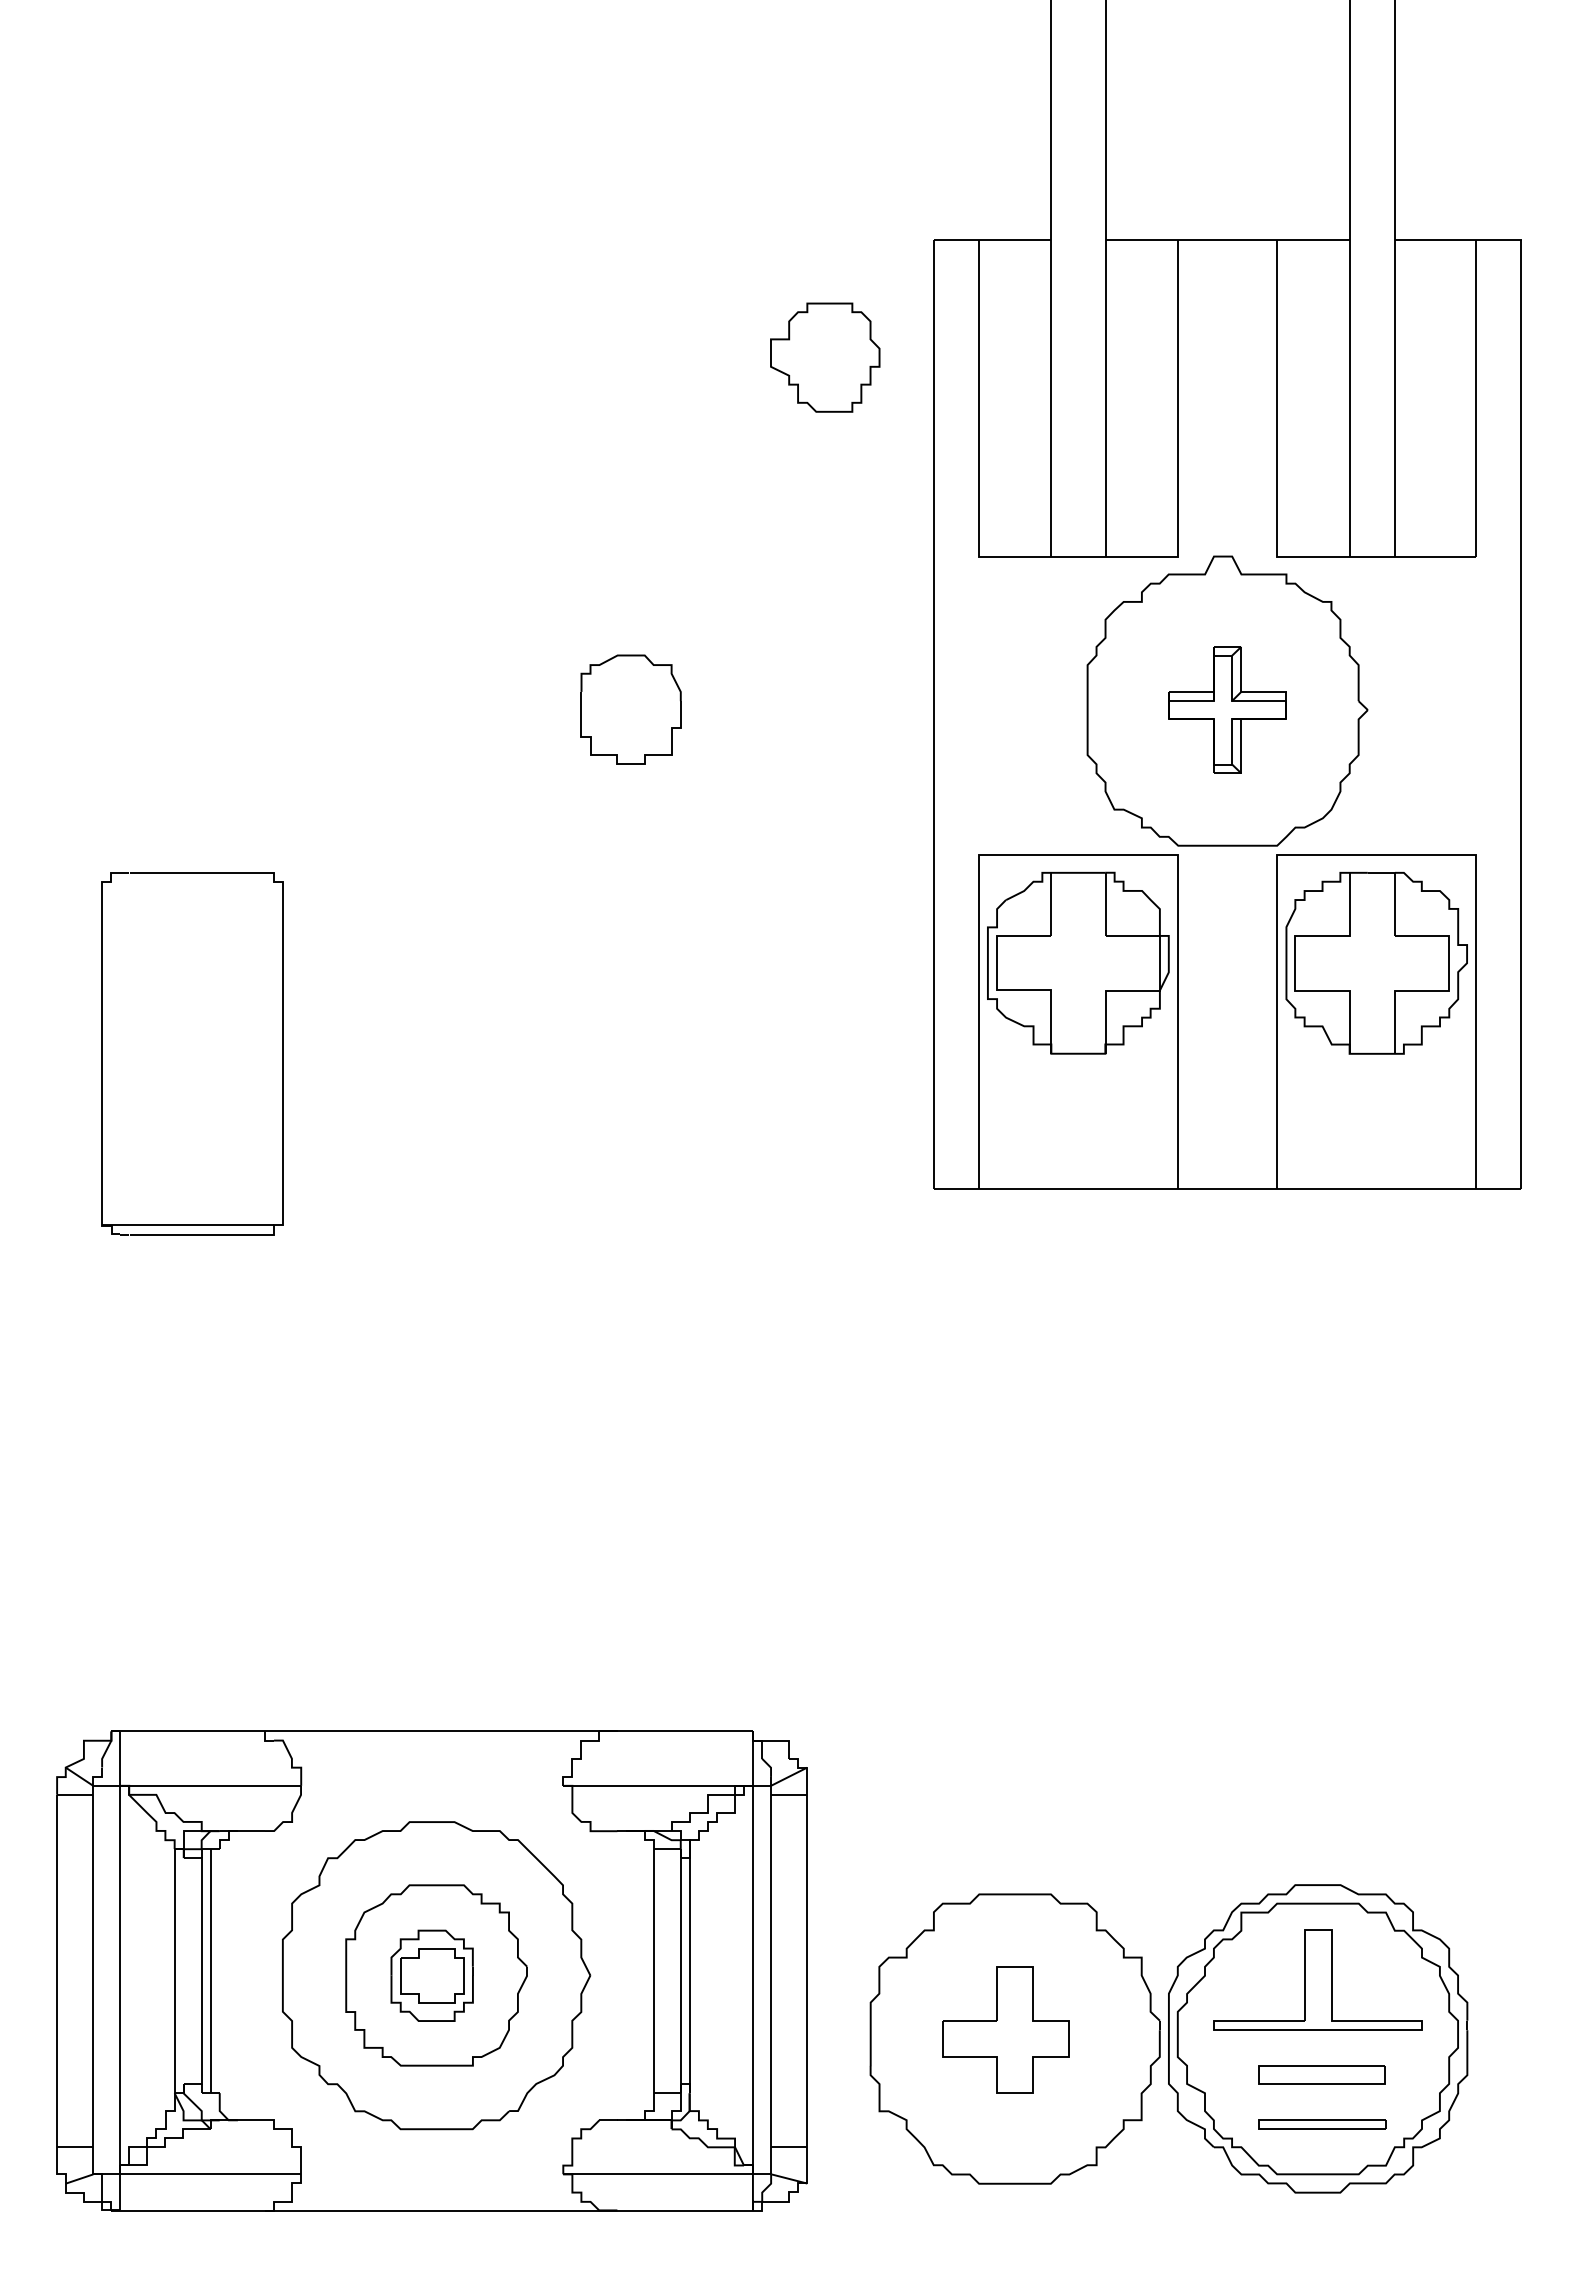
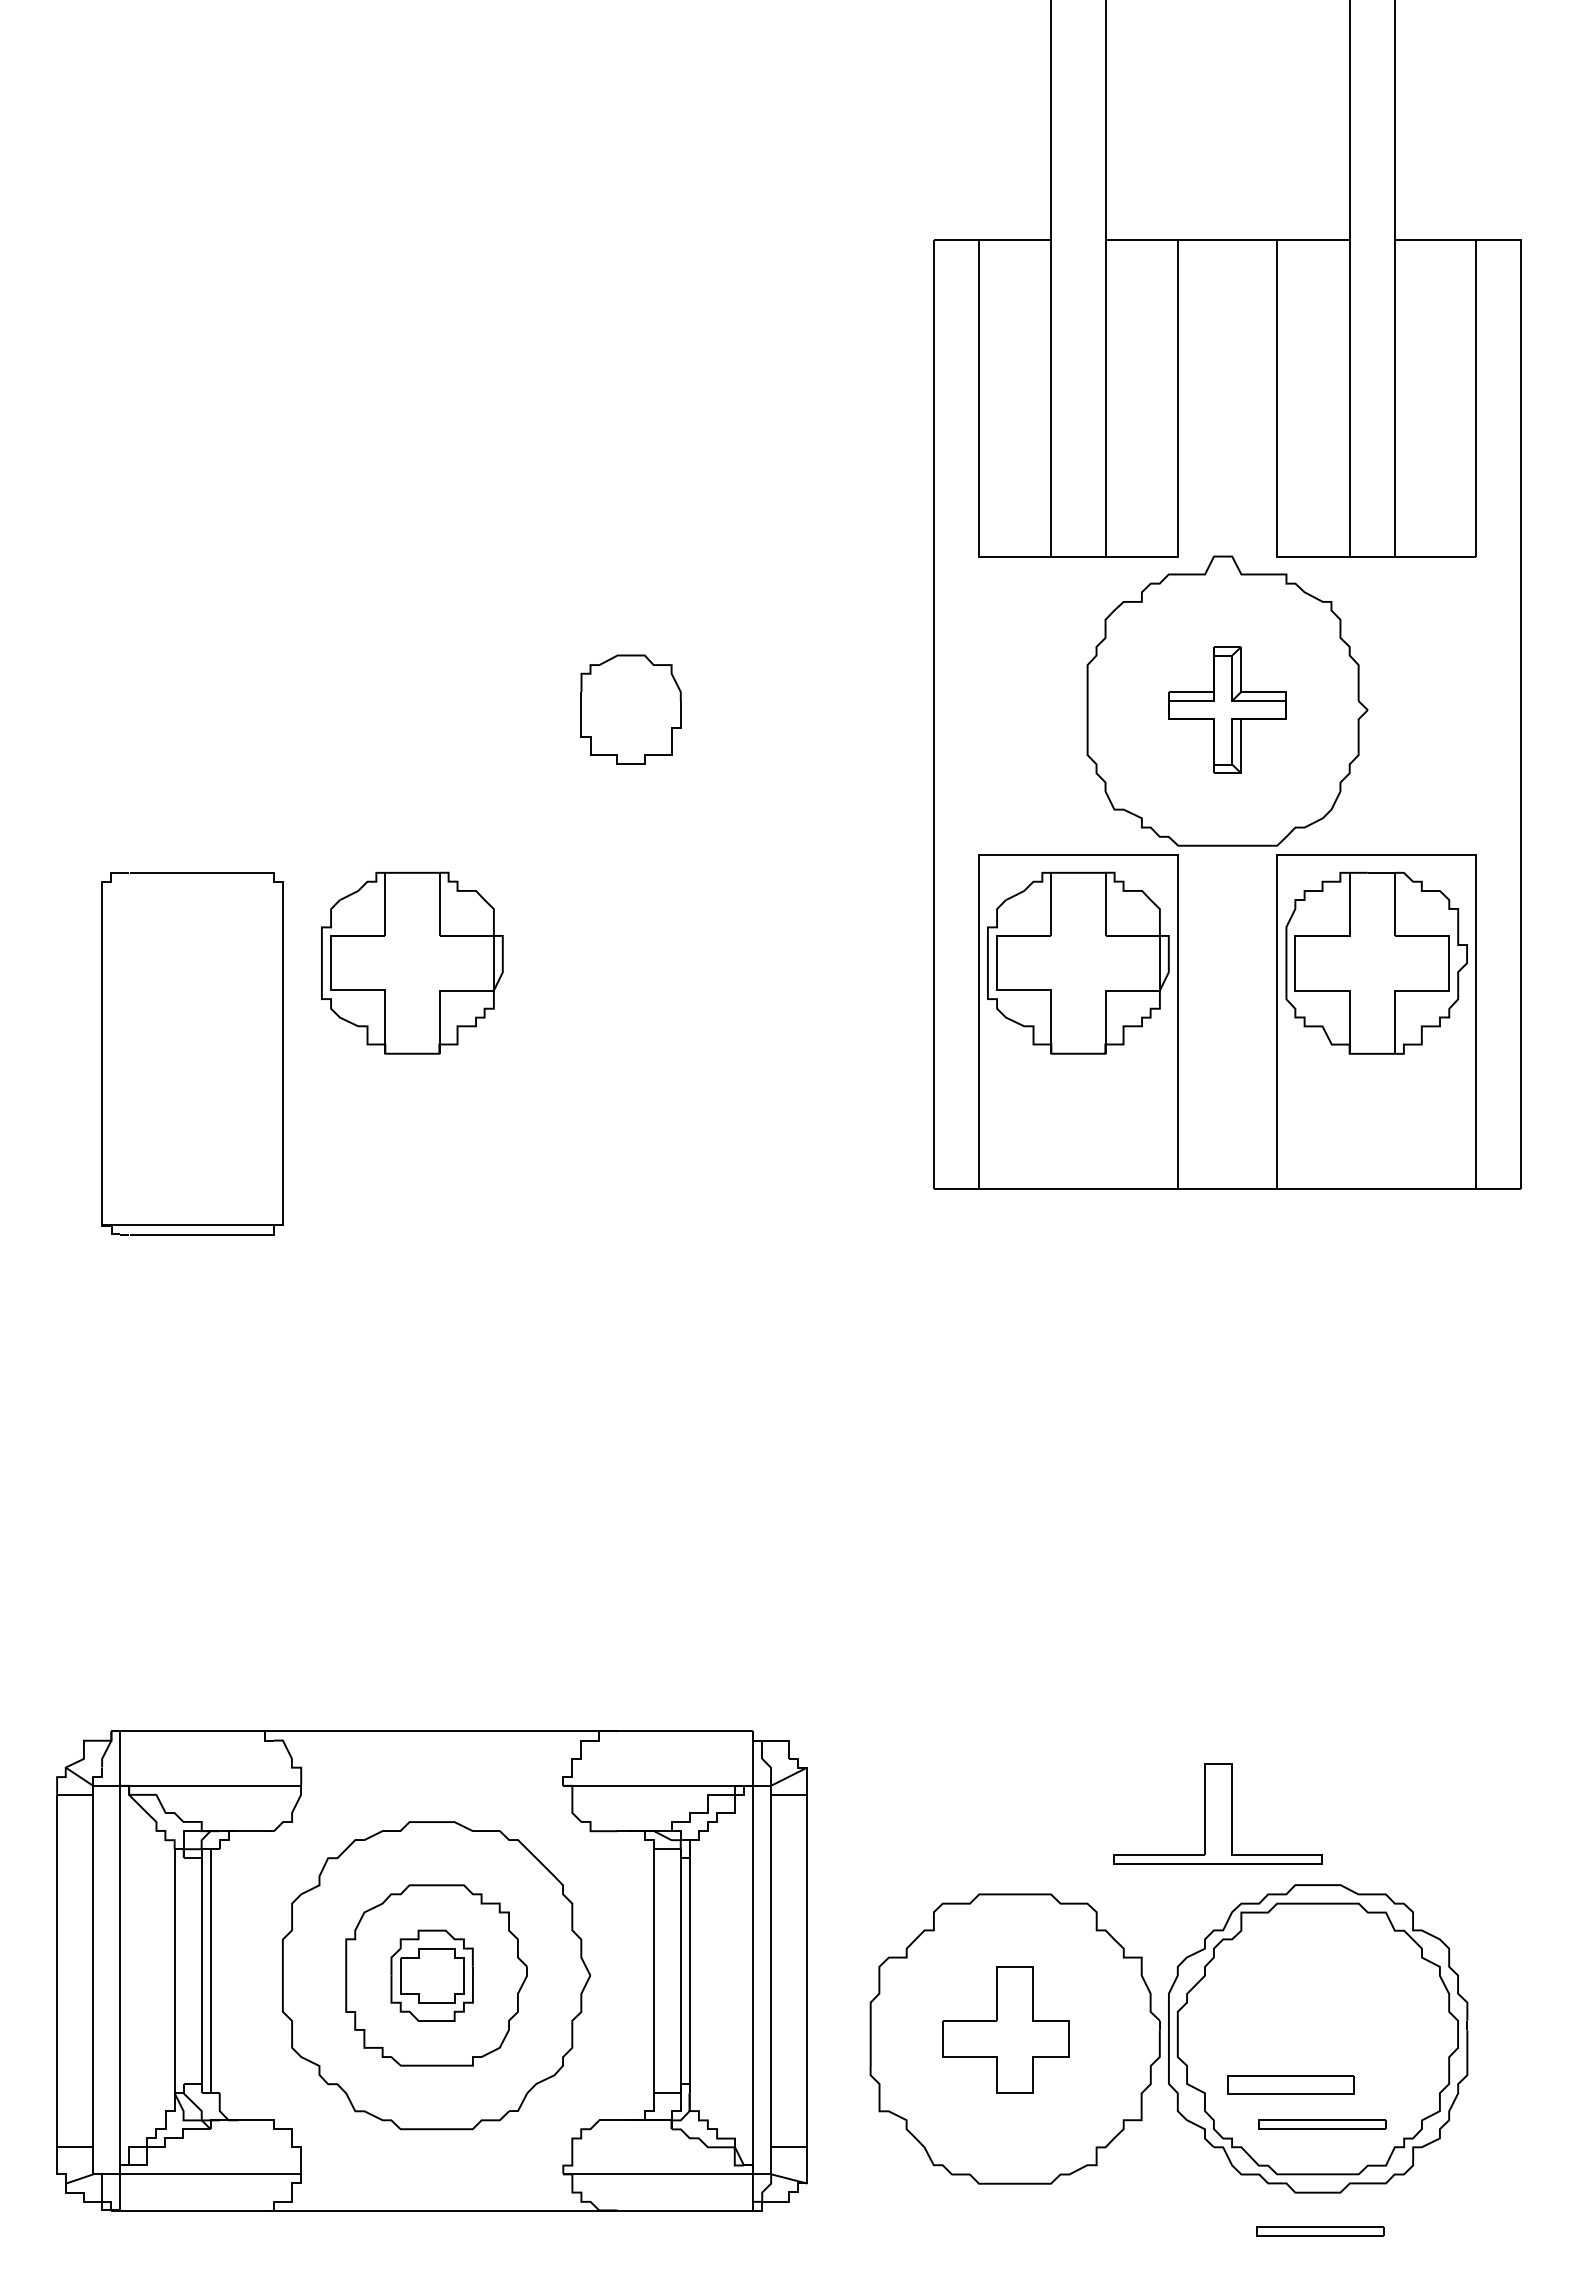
part at (825, 357): present -> none
part at (412, 962): none -> present
part at (1317, 1979) position: (1317, 1979) -> (1217, 1813)
part at (1321, 2074) position: (1321, 2074) -> (1290, 2084)
part at (1320, 2231): none -> present
